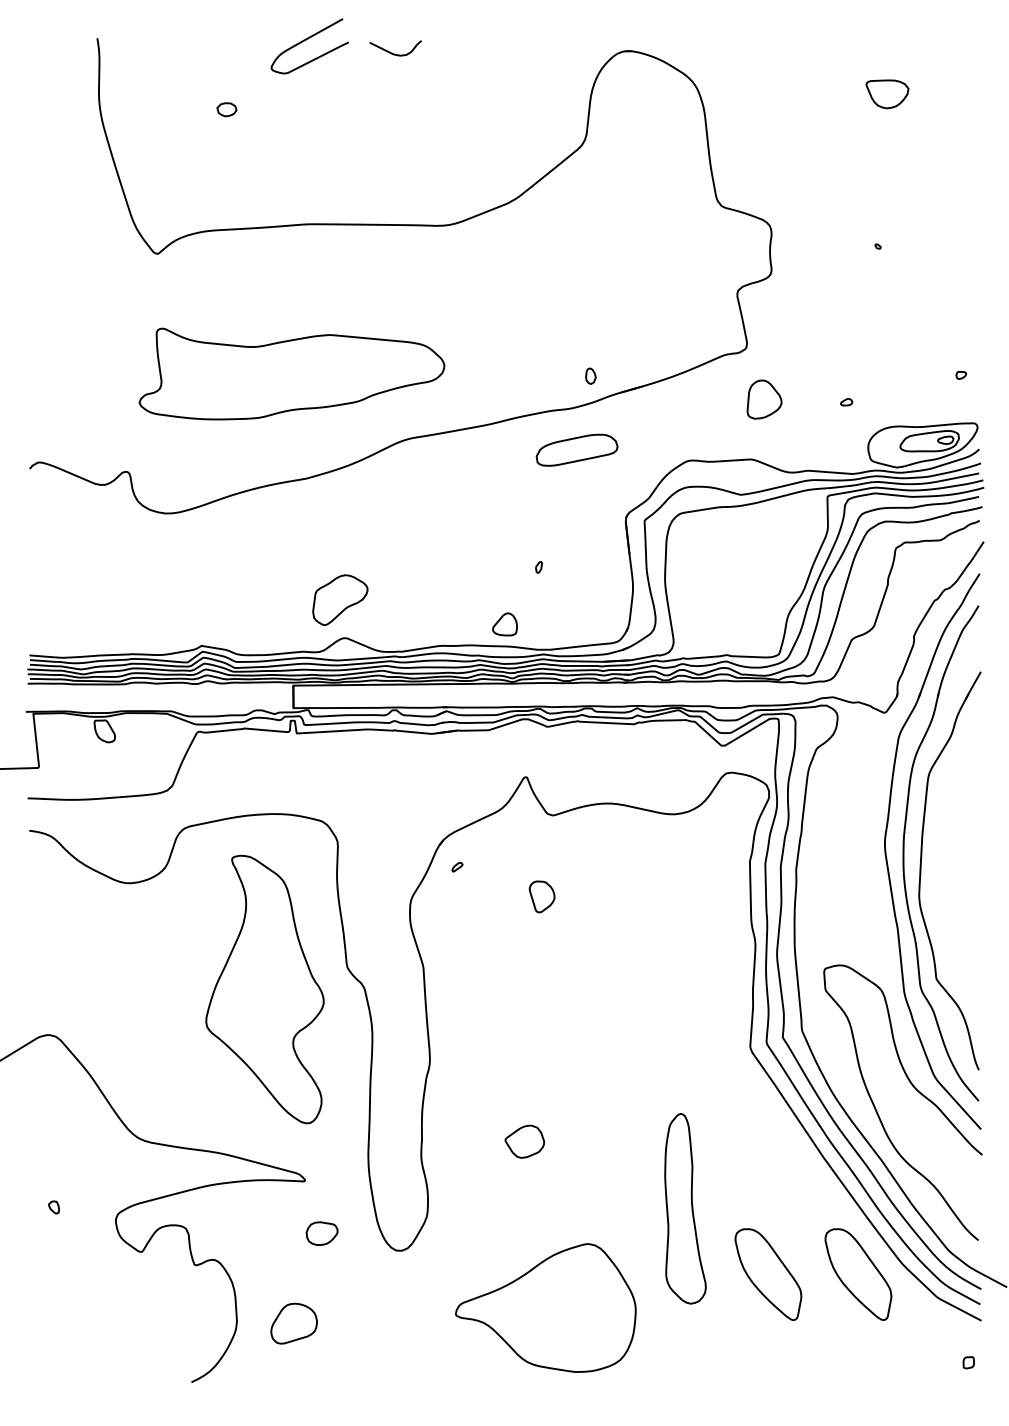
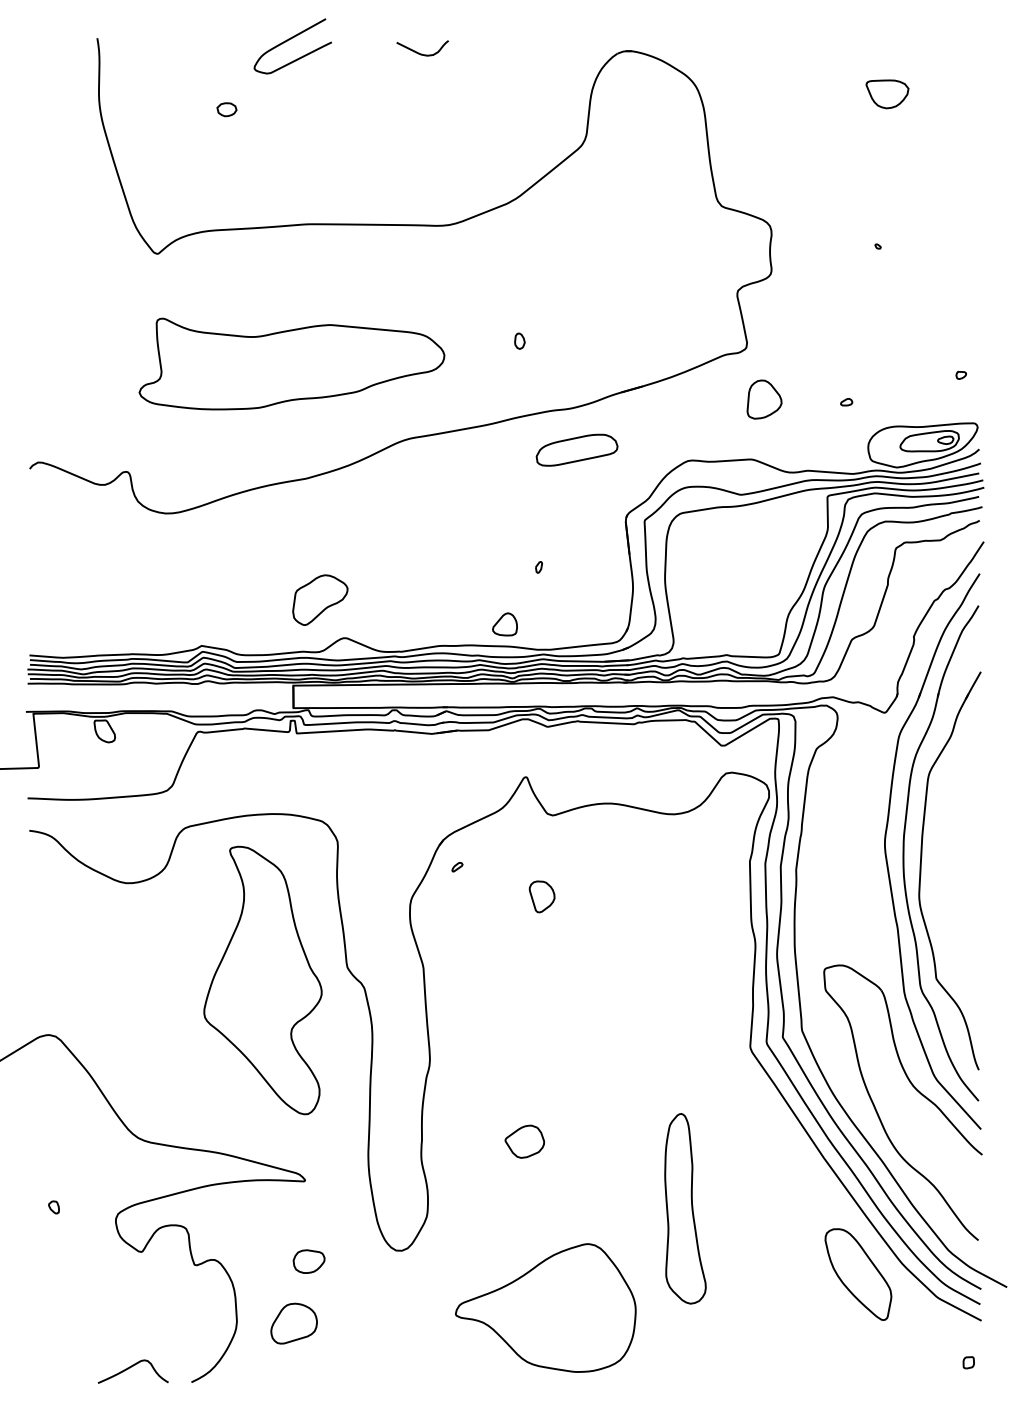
curve at (306, 40) position: (306, 40) -> (289, 40)
curve at (392, 52) position: (392, 52) -> (419, 52)
part at (291, 373) position: (291, 373) -> (291, 363)
part at (590, 375) position: (590, 375) -> (519, 340)
part at (340, 599) position: (340, 599) -> (320, 599)
part at (264, 989) position: (264, 989) -> (262, 980)
part at (321, 1233) position: (321, 1233) -> (308, 1261)
part at (768, 1274): present -> none
curve at (130, 1368): none -> present
